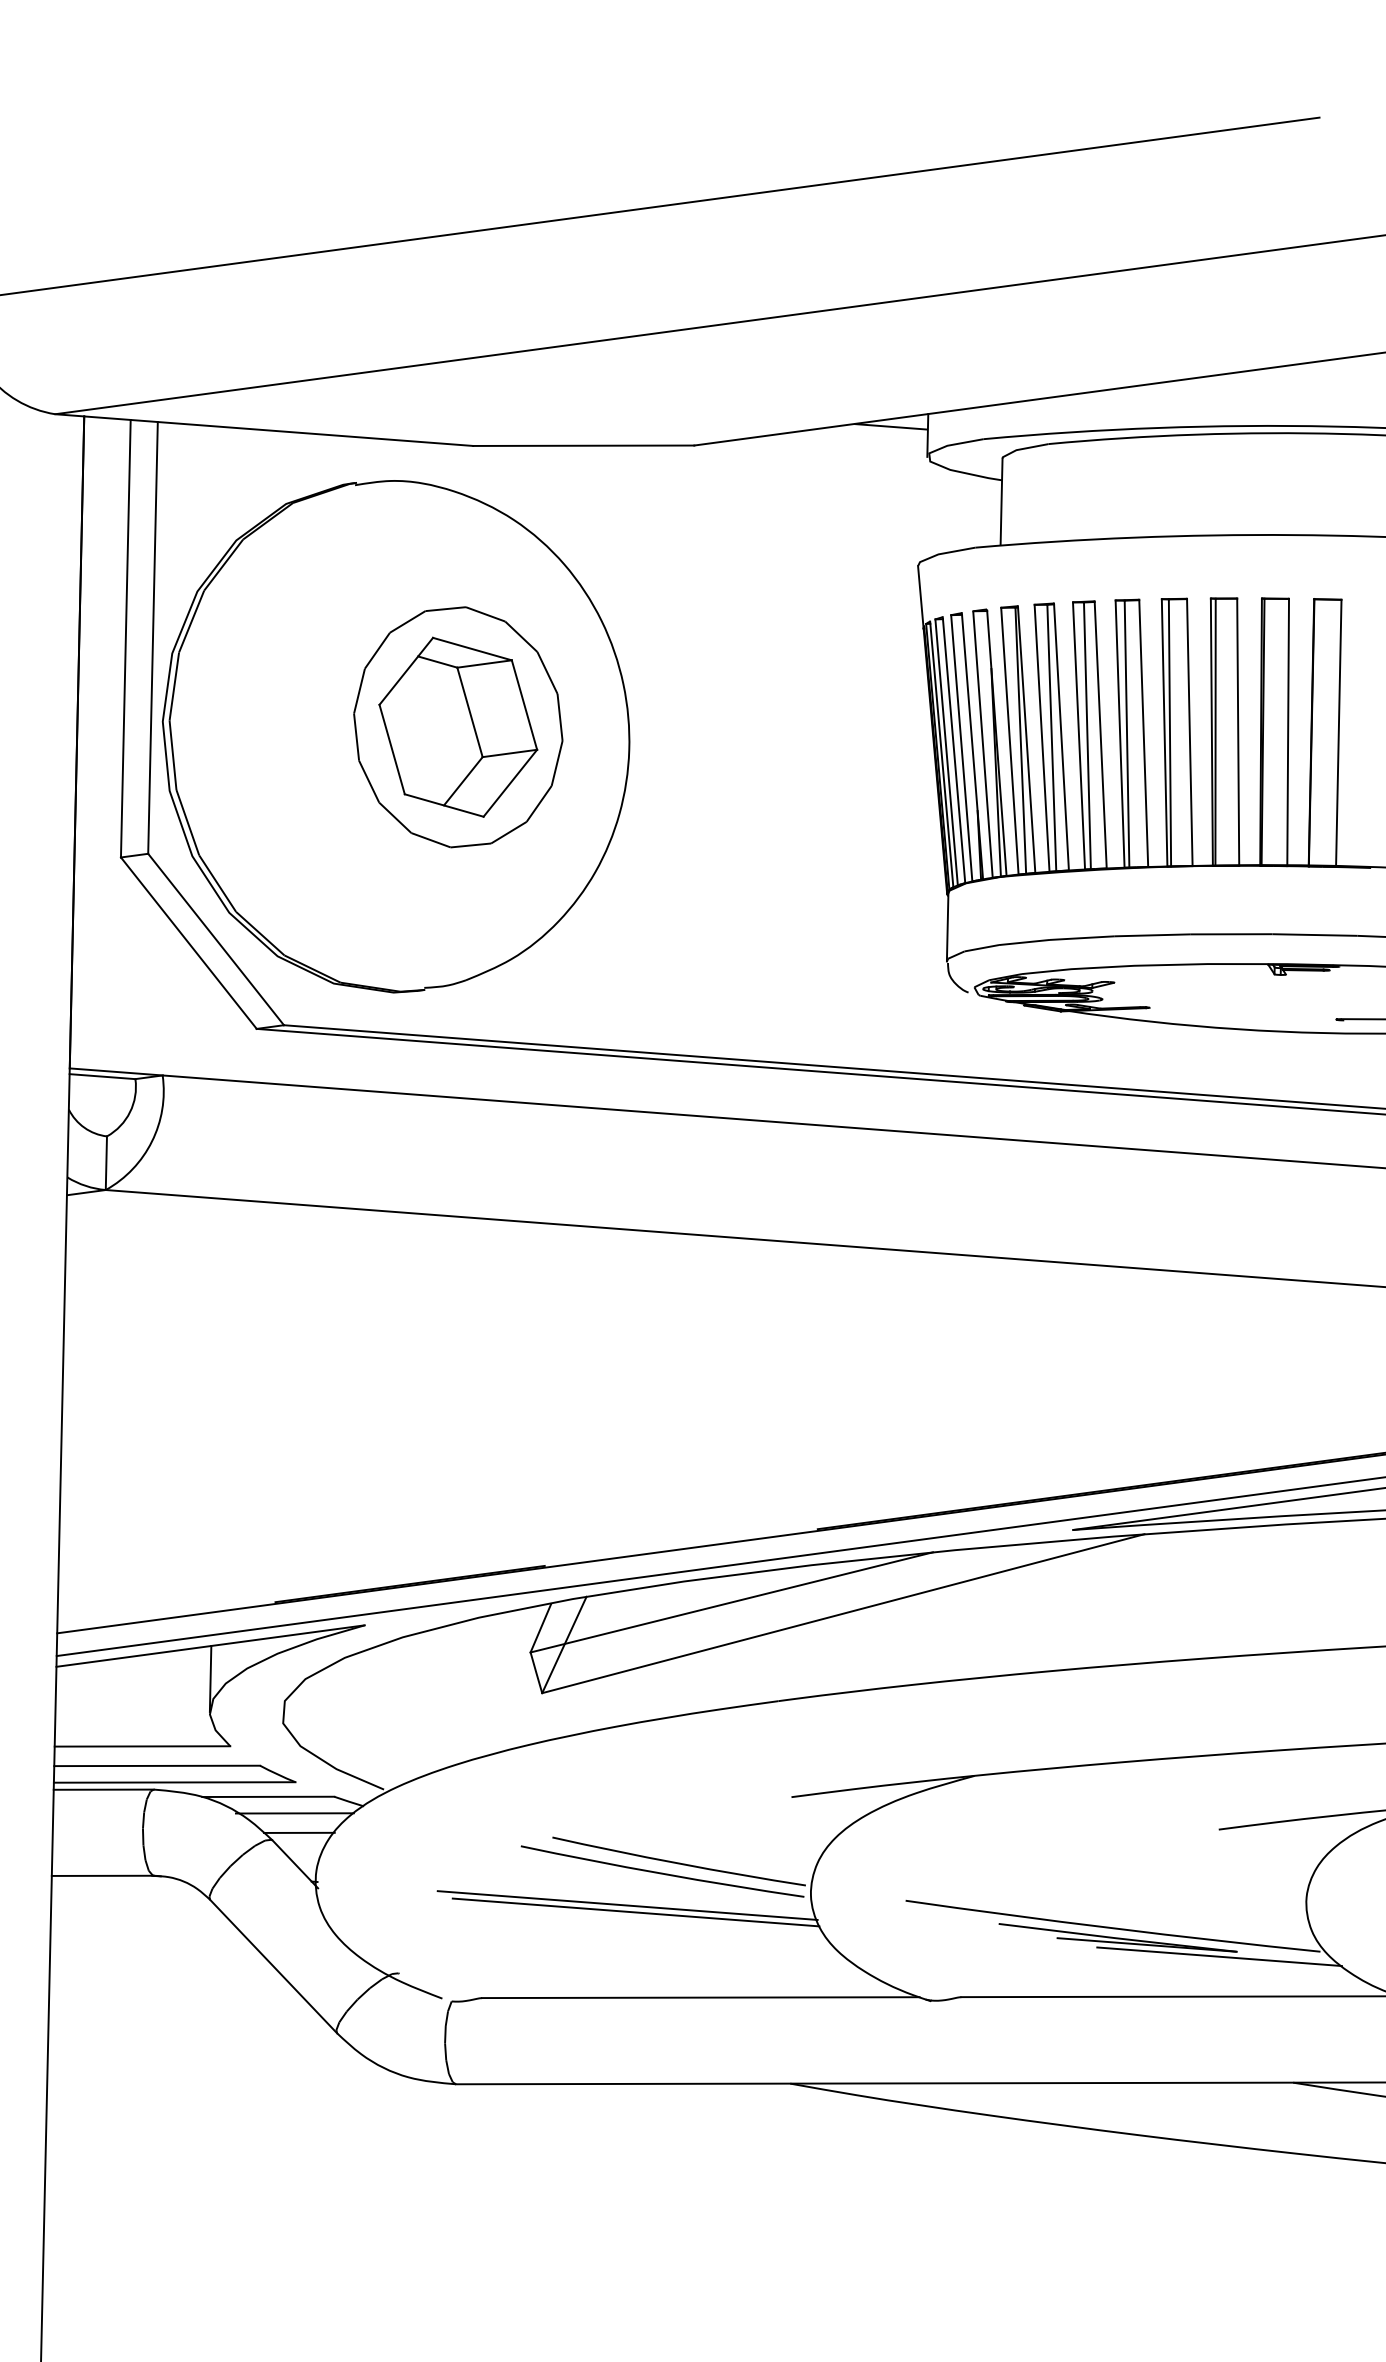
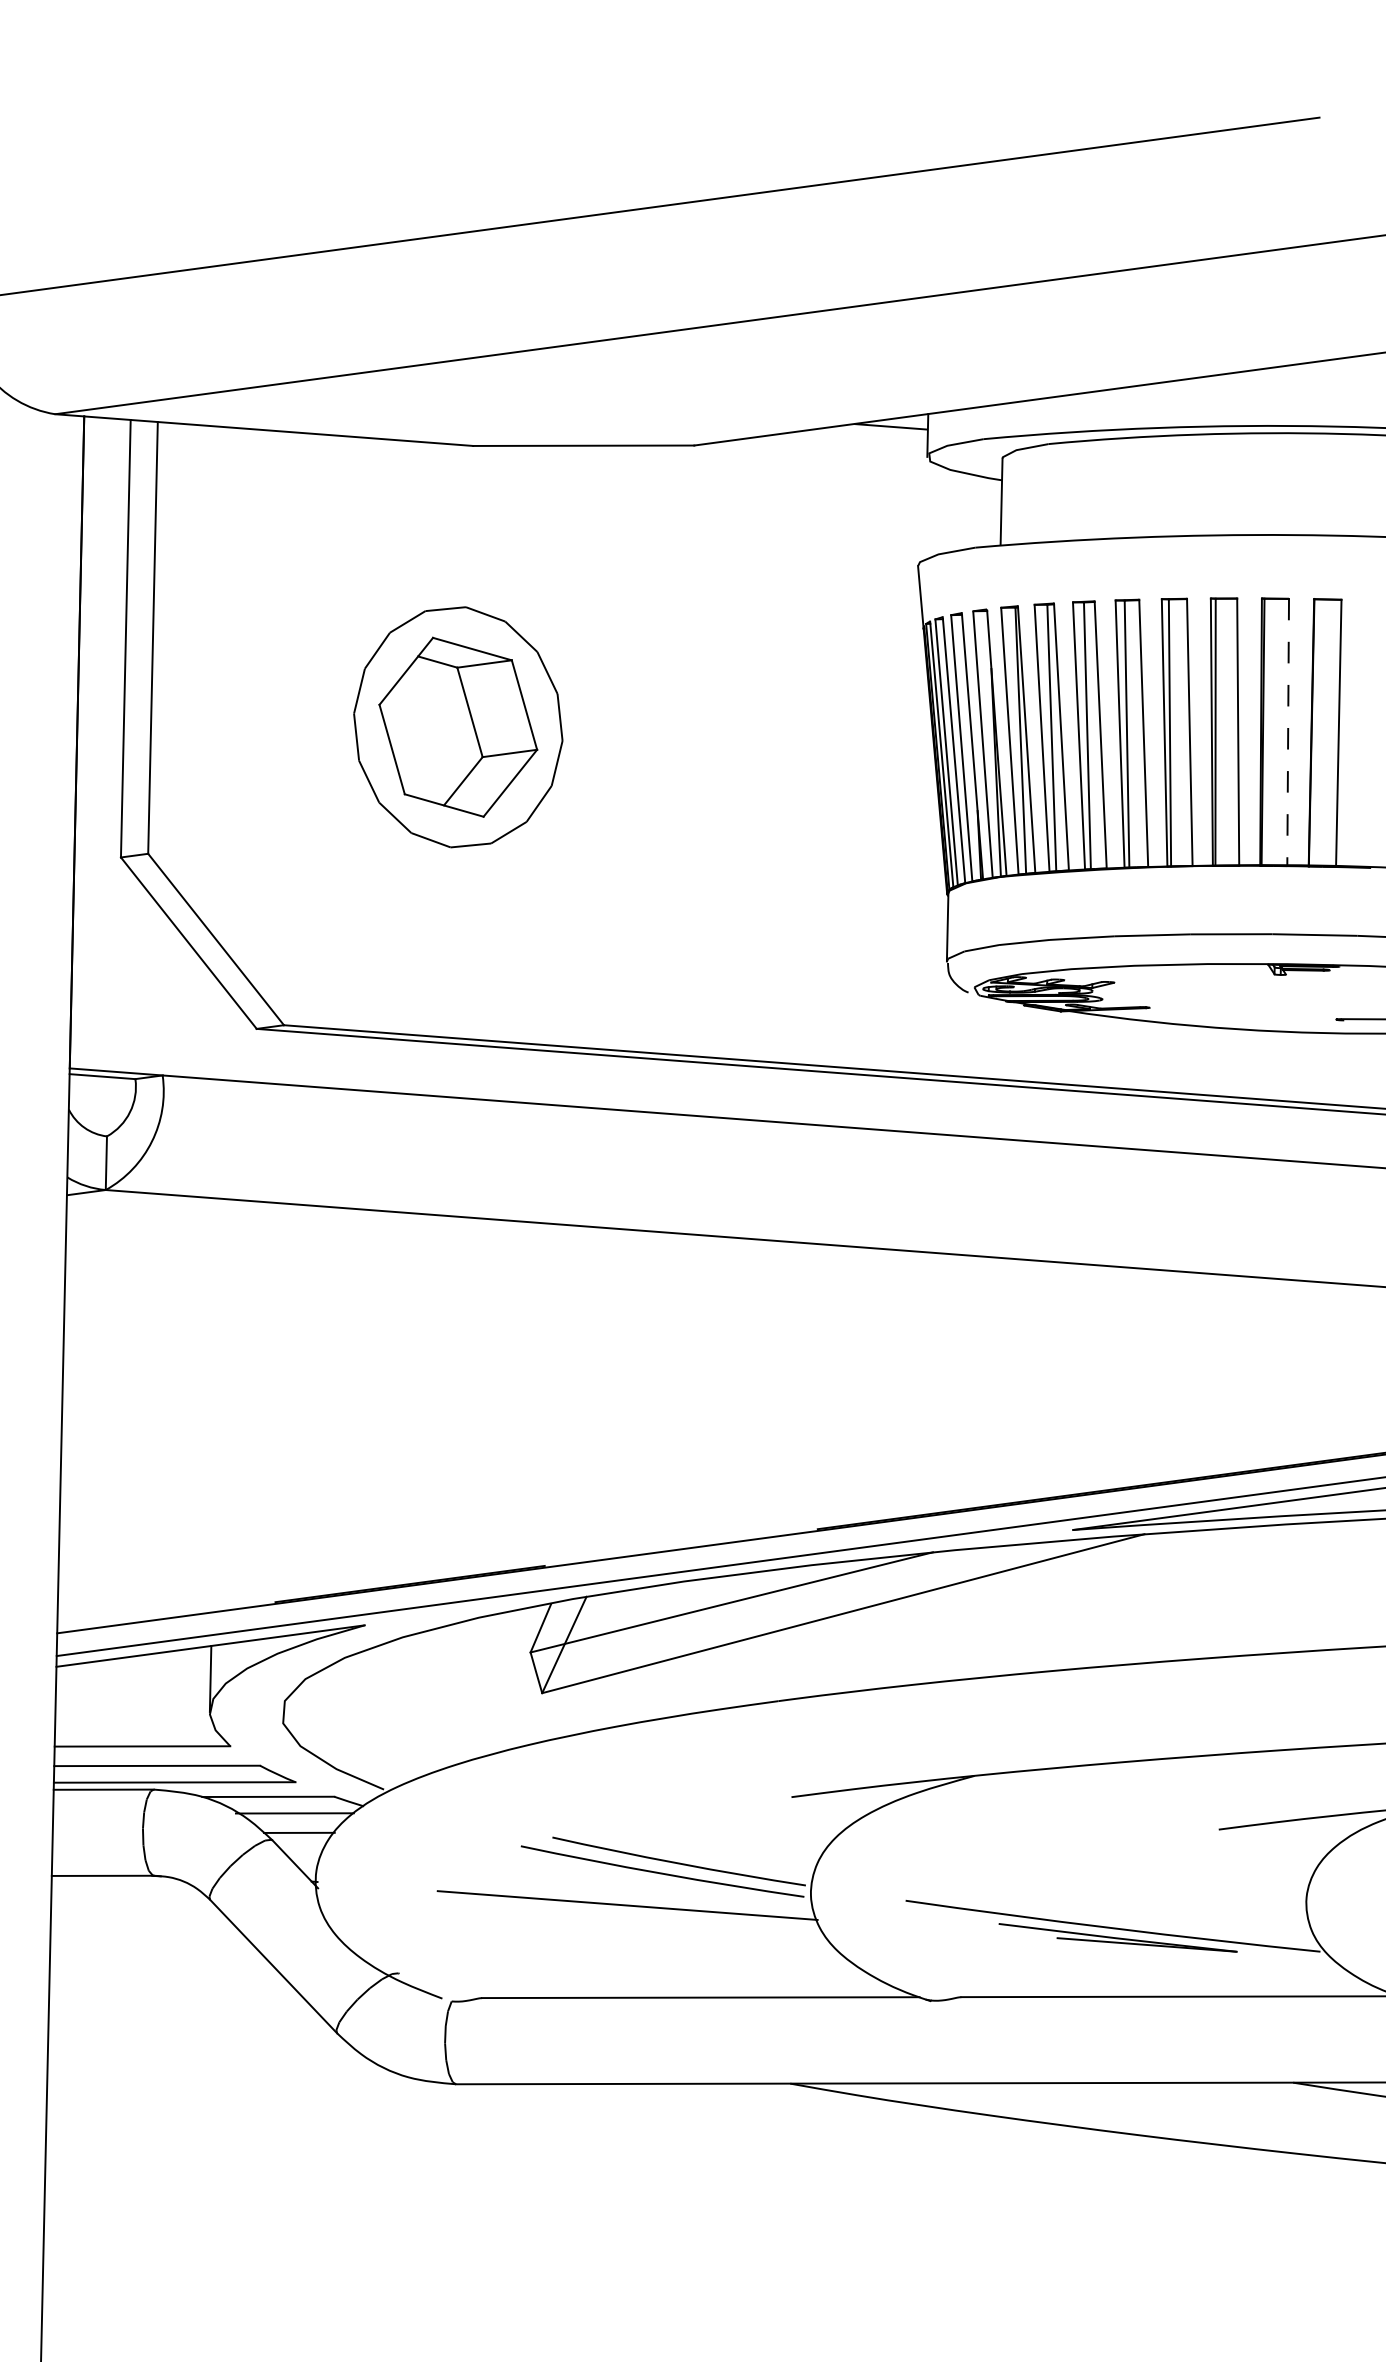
line at (1288, 732): solid -> dashed
part at (395, 736): present -> none
line at (635, 1912): present -> none
line at (1219, 1956): present -> none
